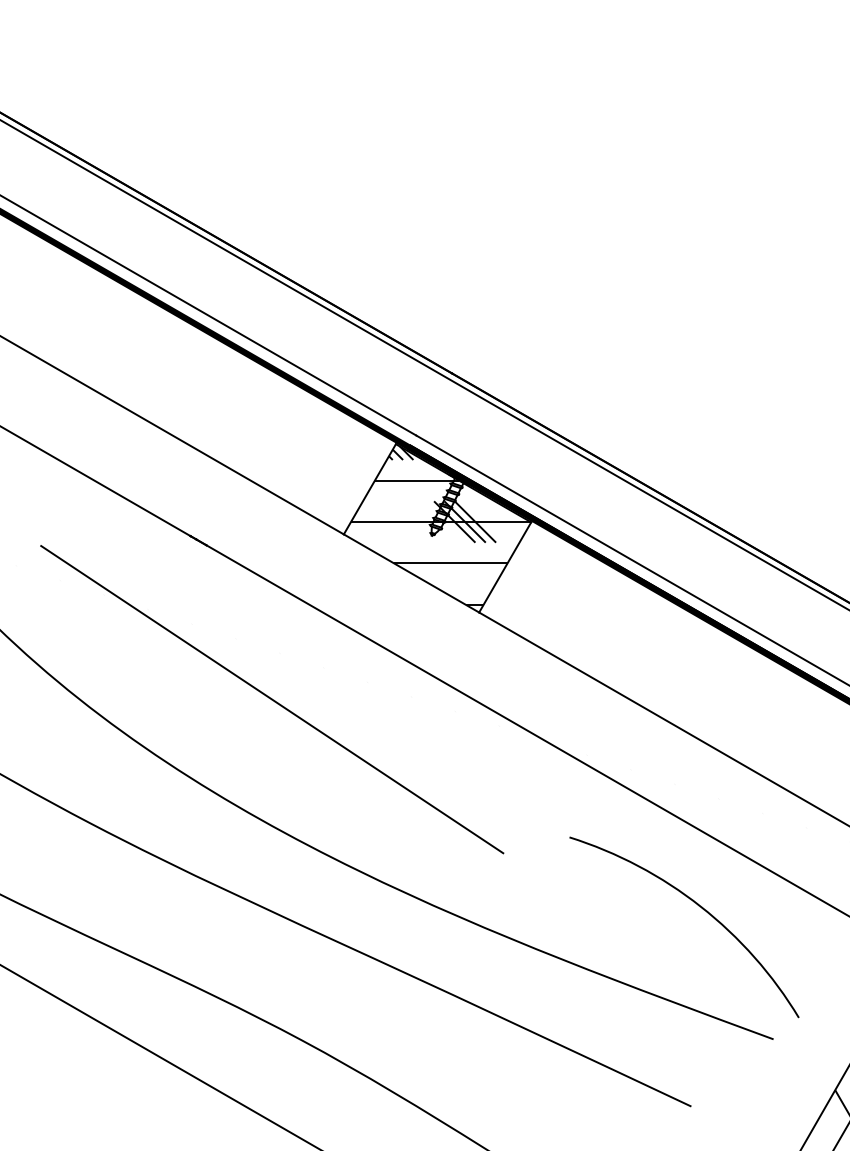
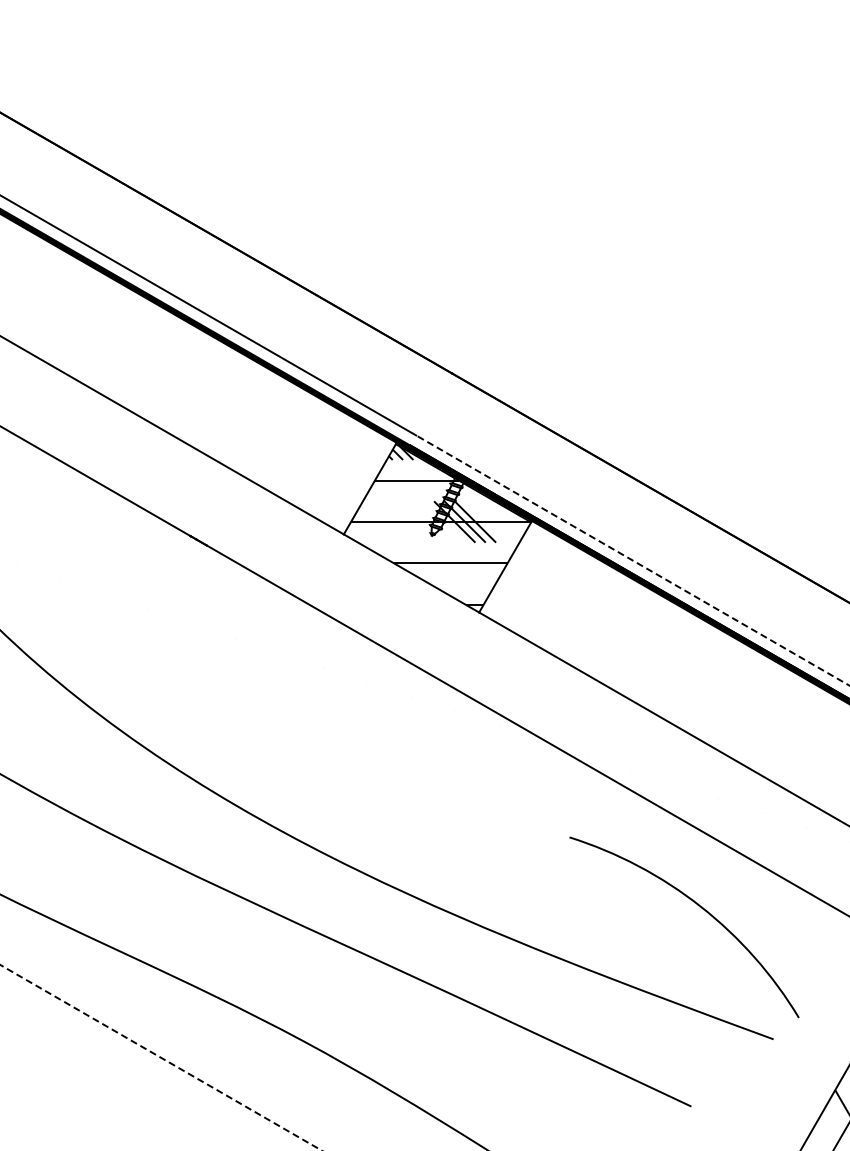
line at (424, 364): present -> none
line at (632, 560): solid -> dashed
line at (272, 699): present -> none
line at (161, 1058): solid -> dashed
